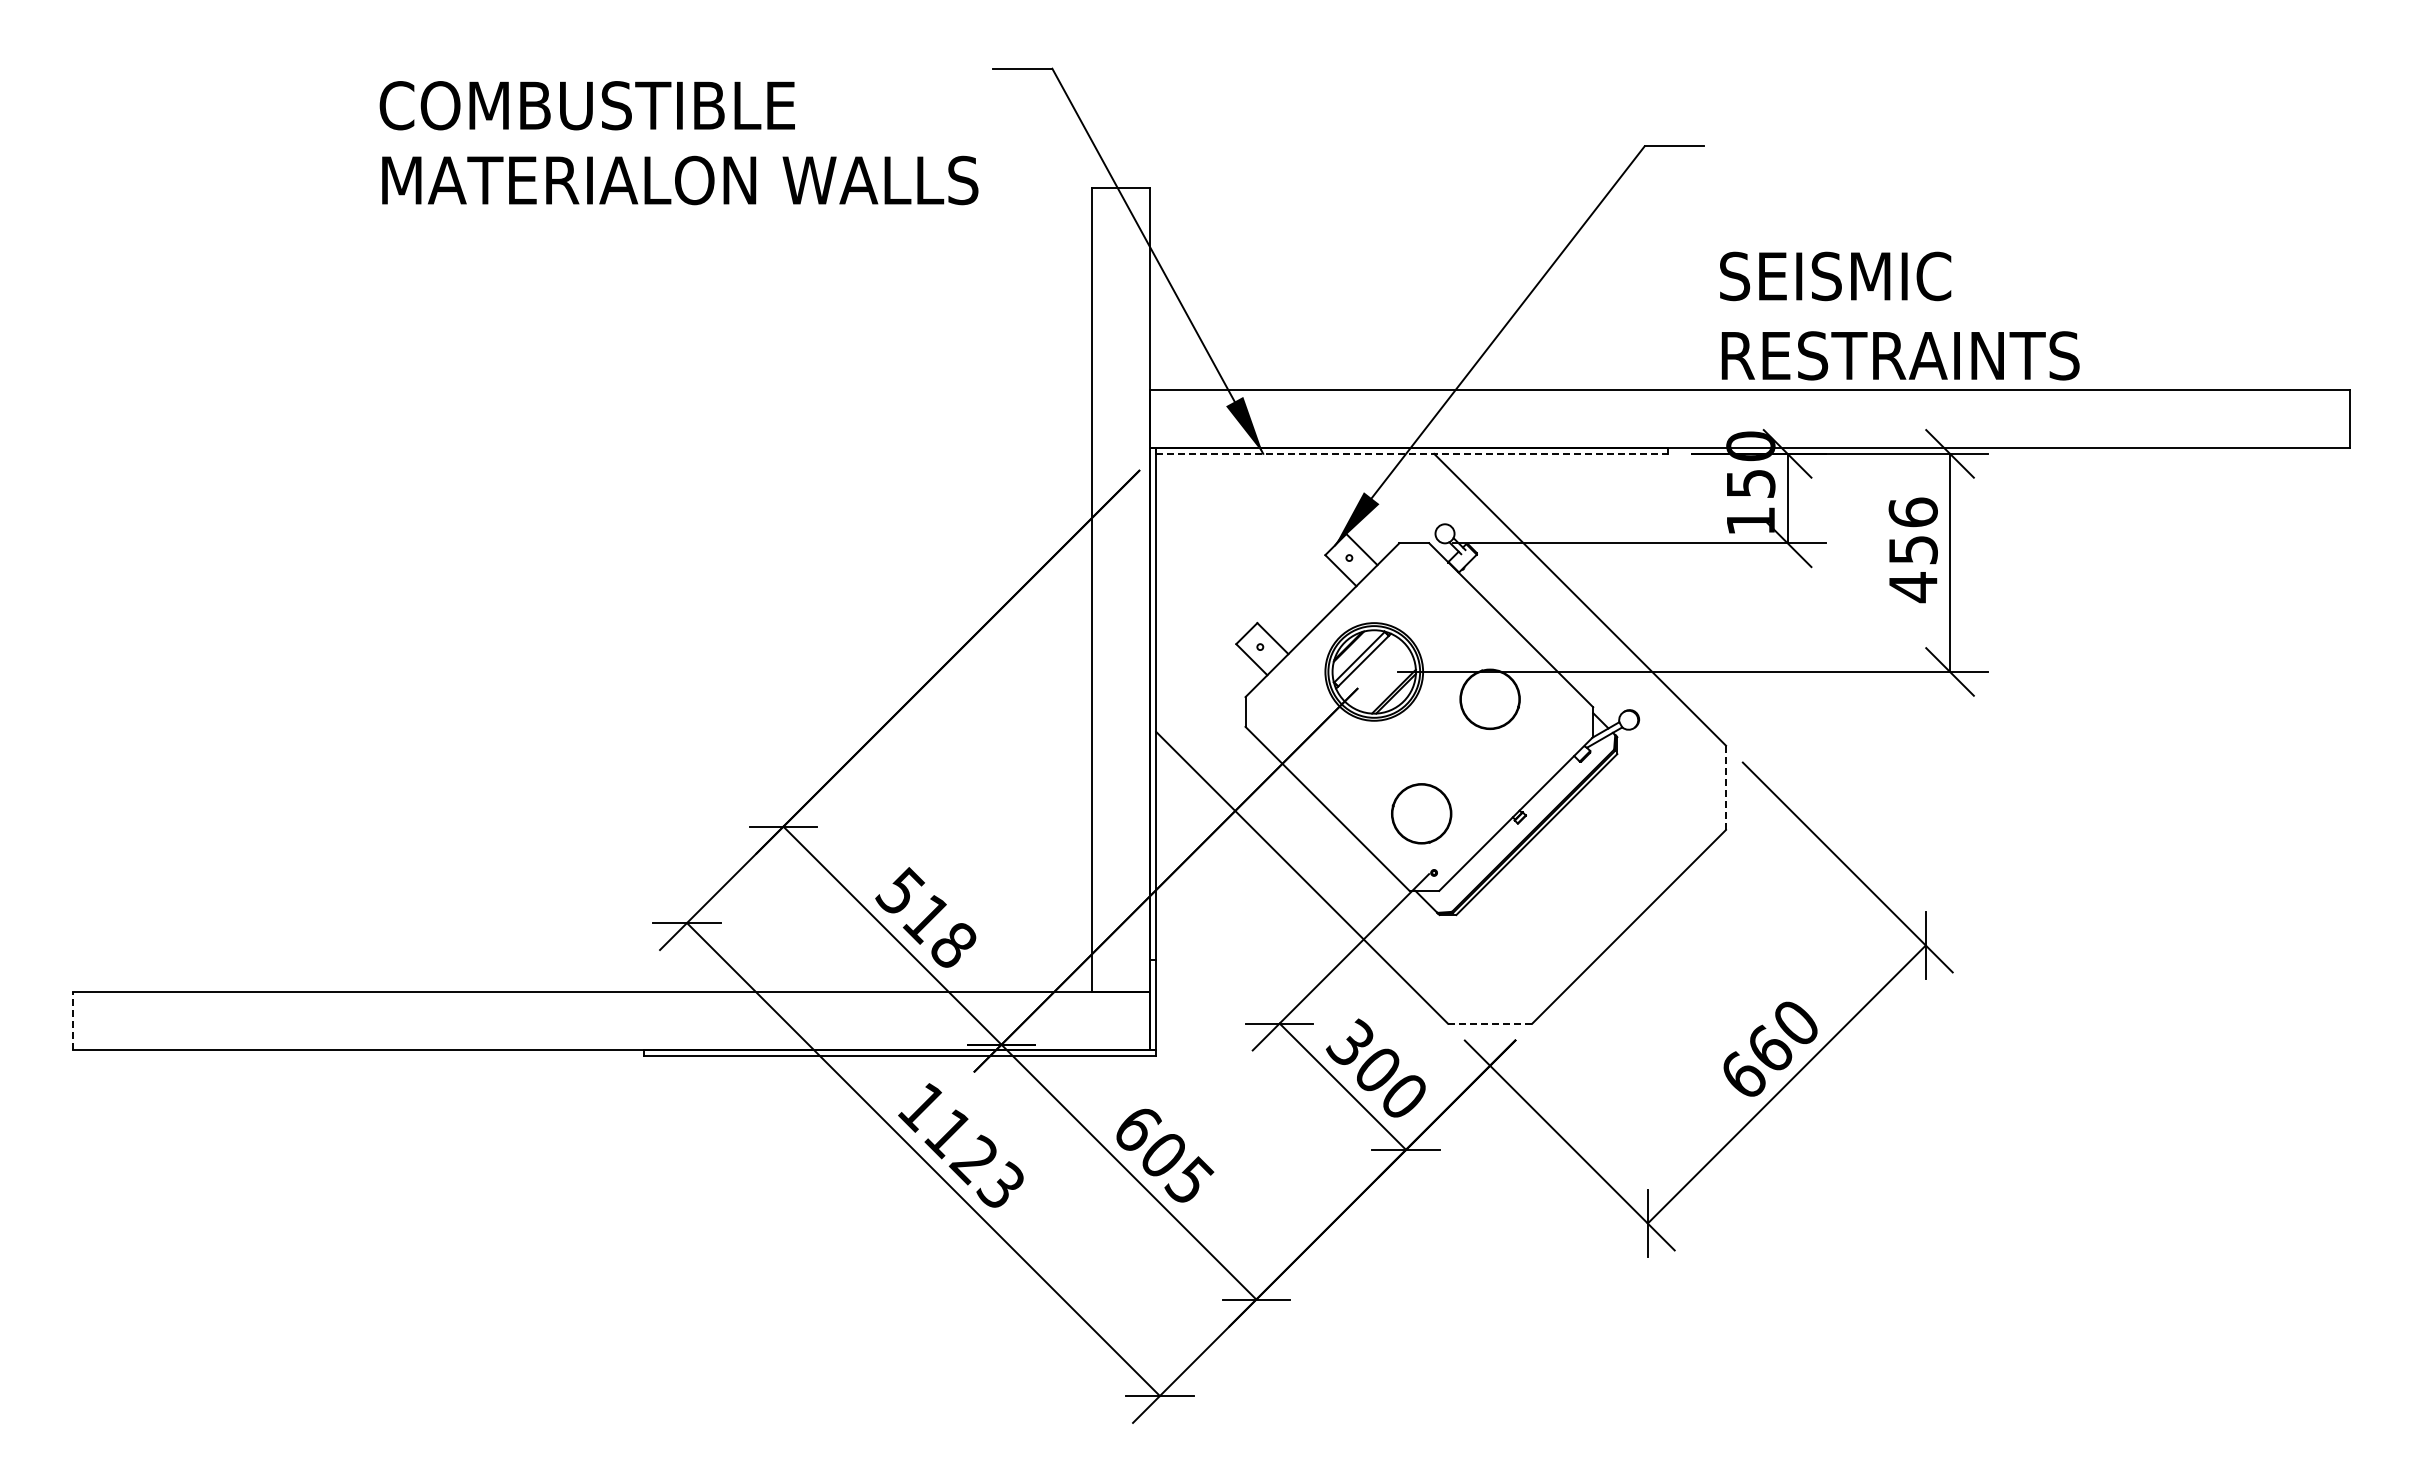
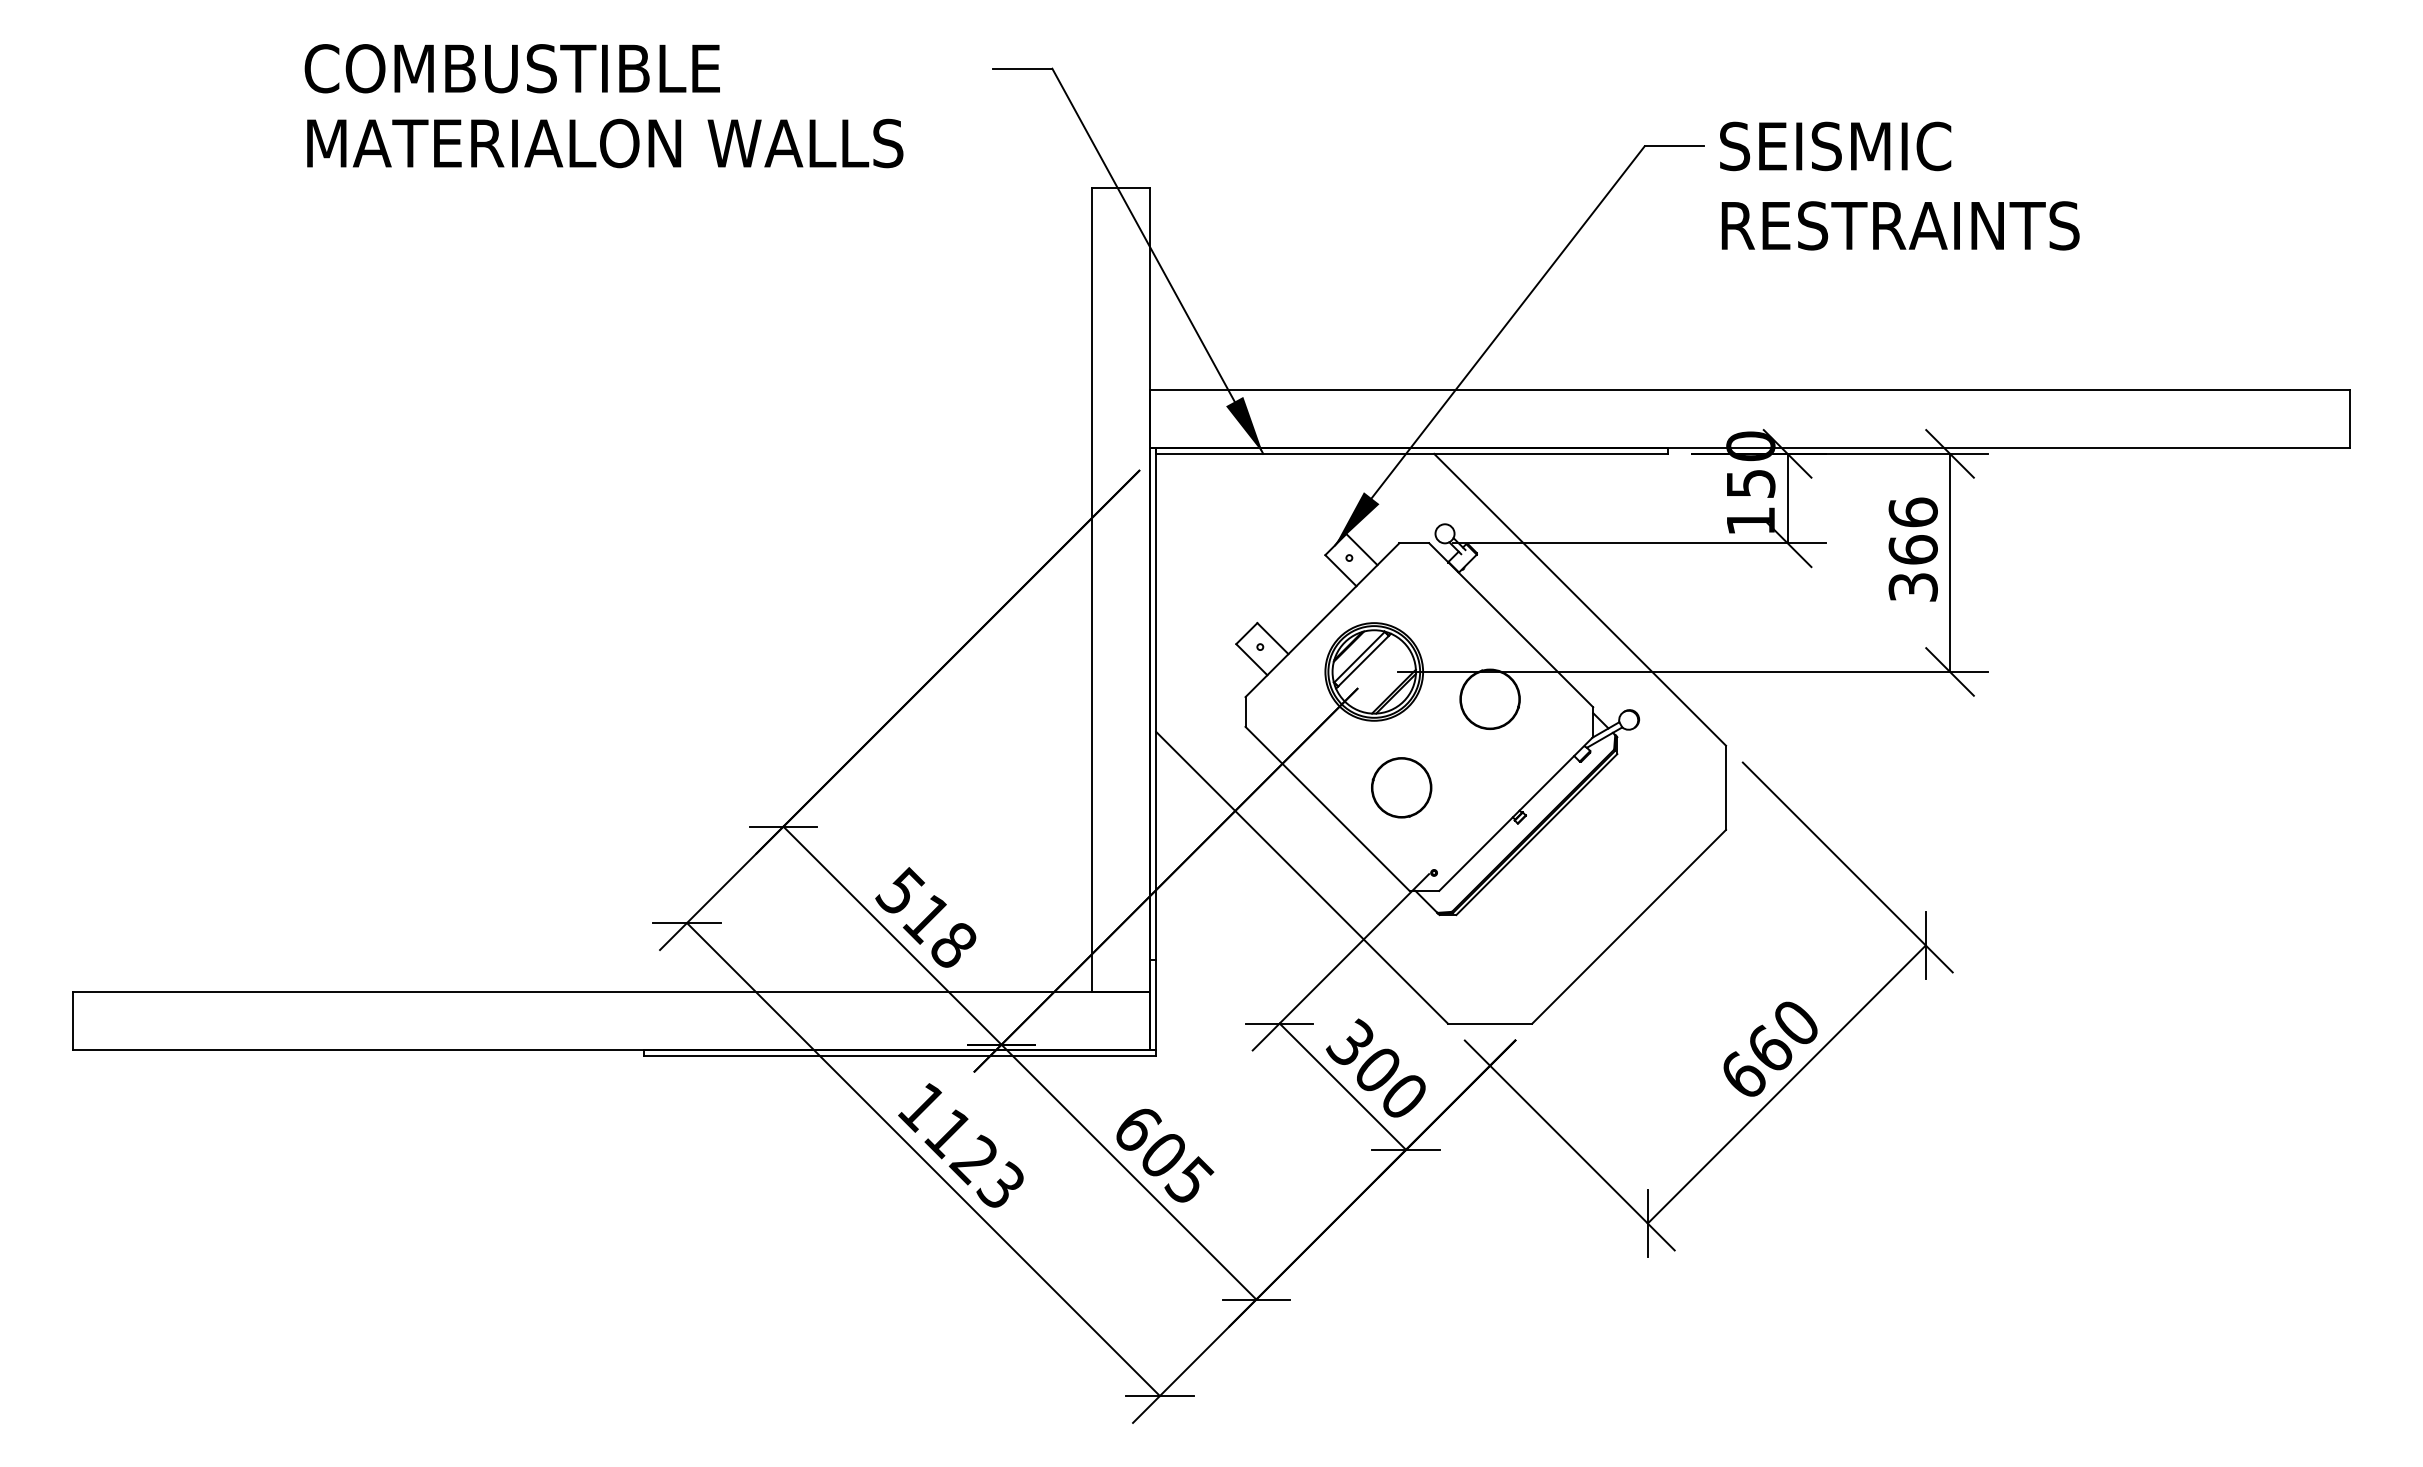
text at (678, 143) position: (678, 143) -> (603, 106)
text at (1899, 315) position: (1899, 315) -> (1899, 185)
line at (1412, 453): dashed -> solid
text at (1912, 569): 456 -> 366
line at (1726, 788): dashed -> solid
circle at (1421, 813) position: (1421, 813) -> (1401, 787)
line at (72, 1021): dashed -> solid
line at (1489, 1023): dashed -> solid
